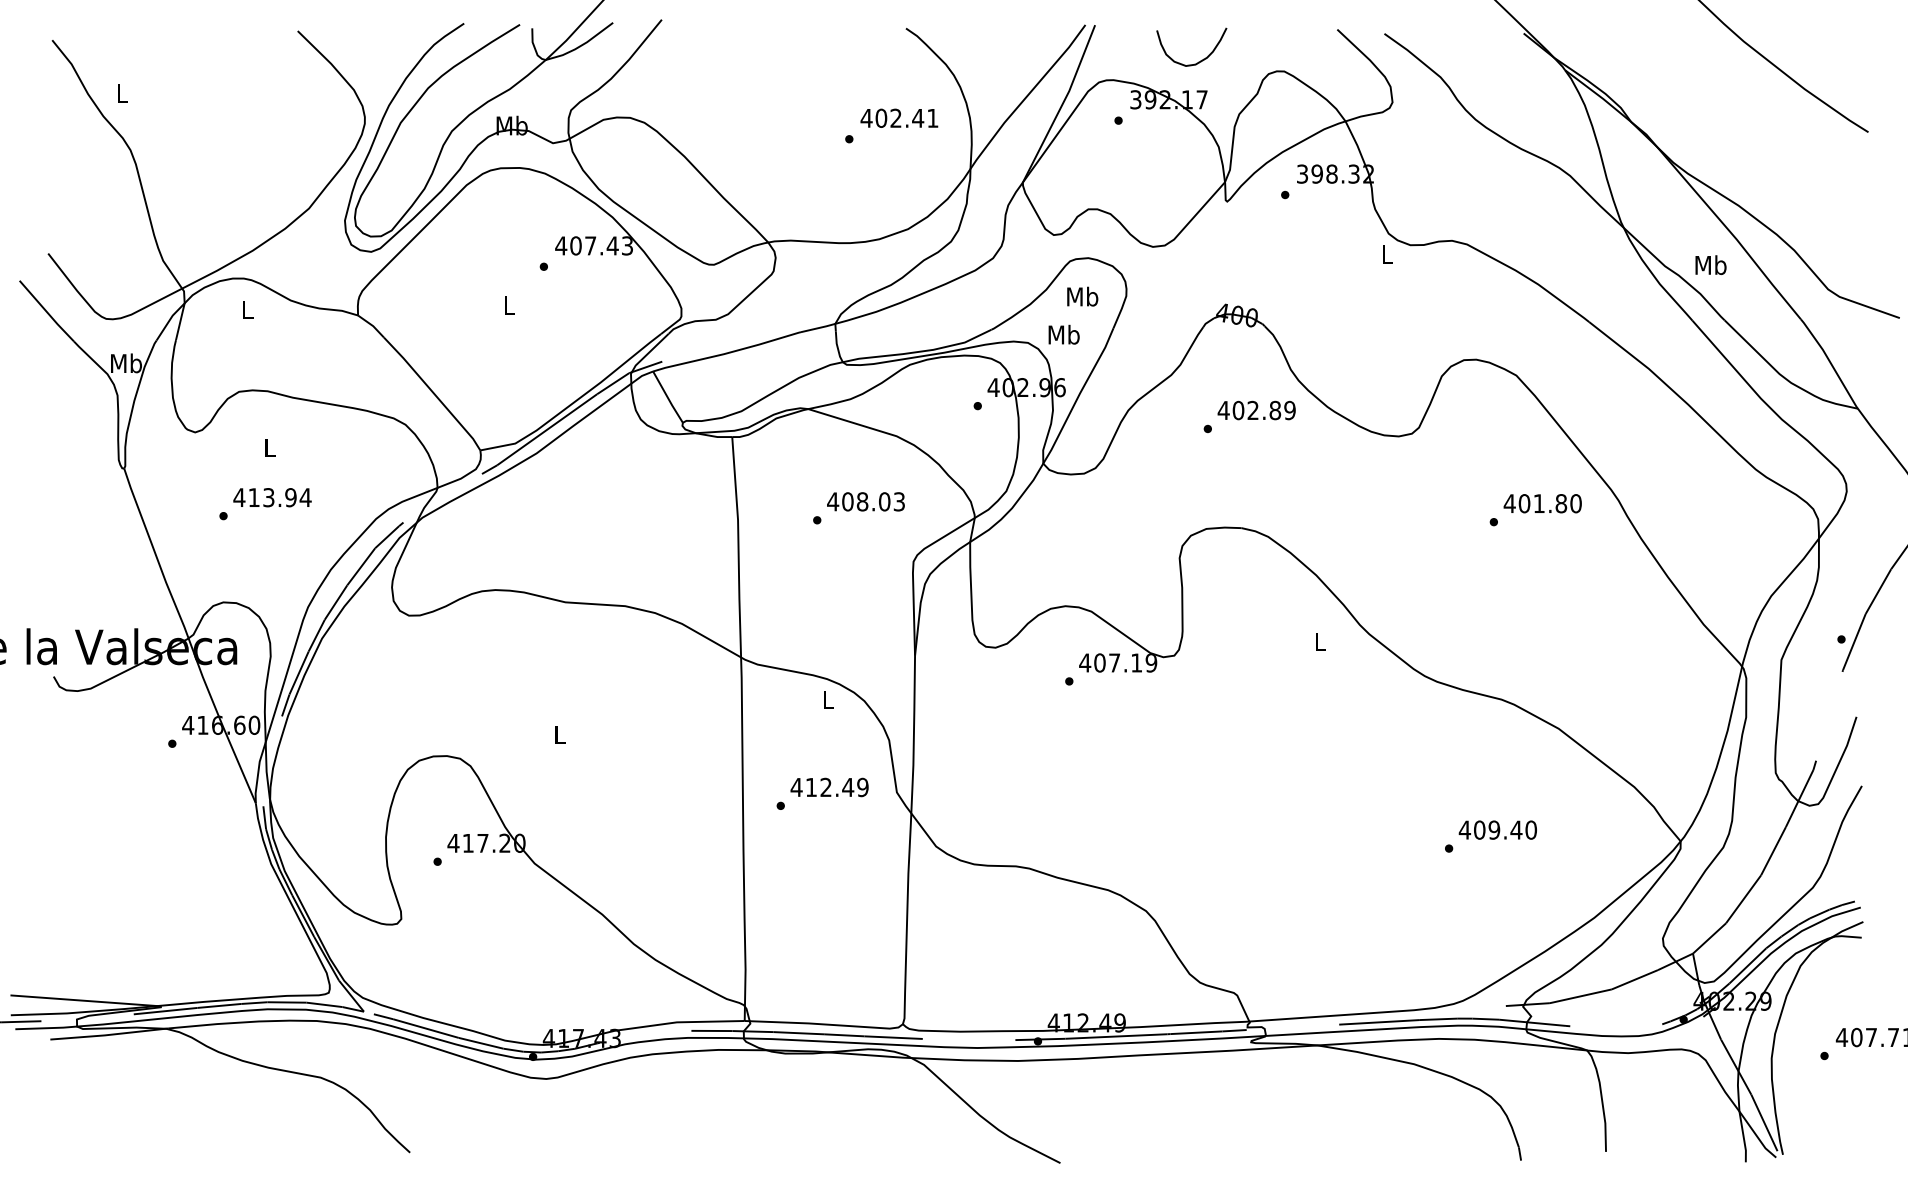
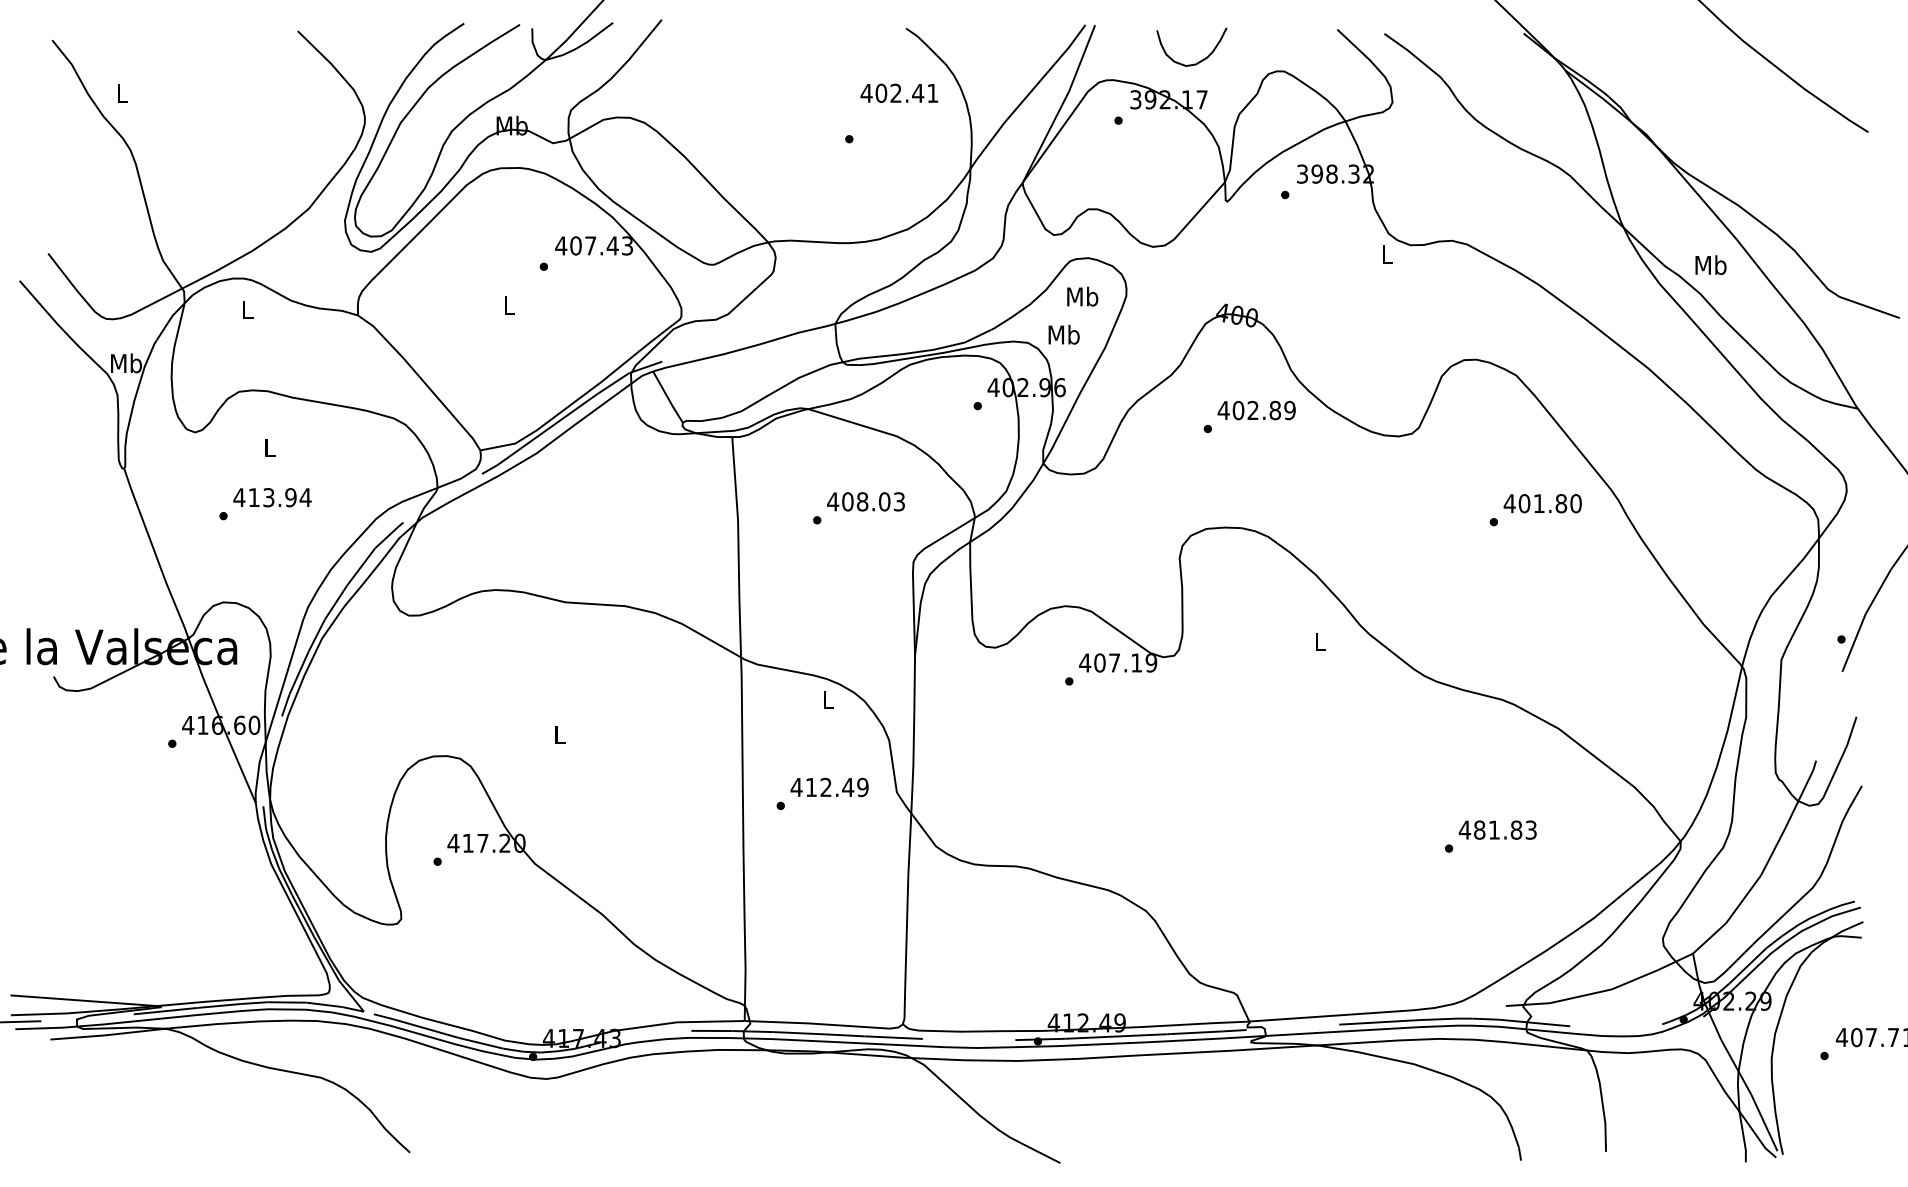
text at (899, 117) position: (899, 117) -> (899, 92)
text at (1505, 829): 409.40 -> 481.83
